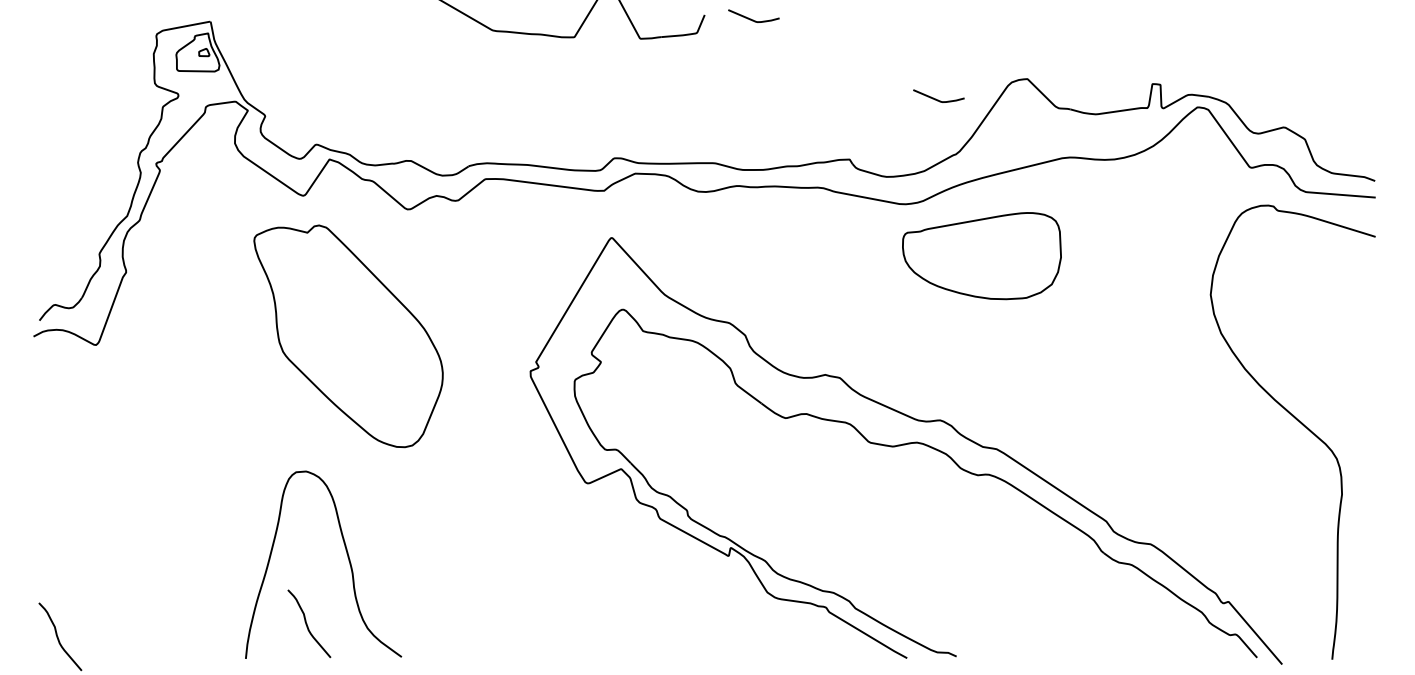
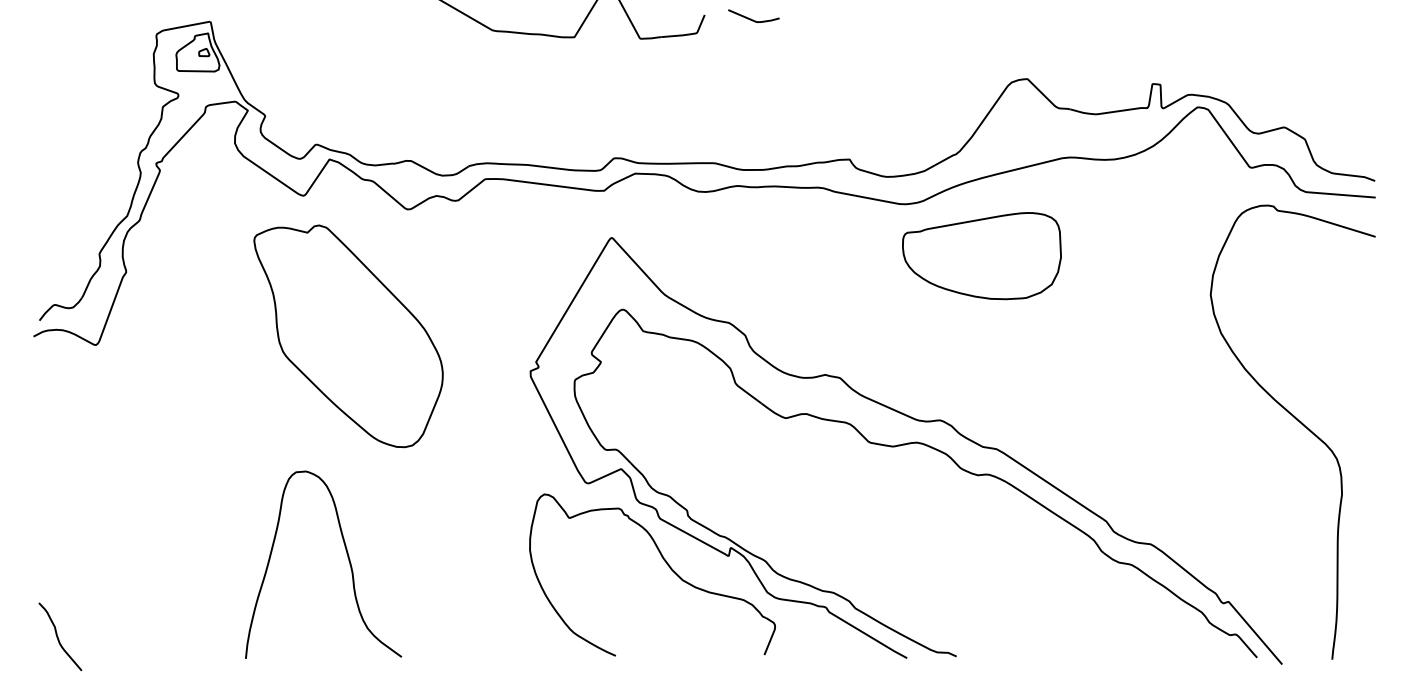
curve at (936, 98): present -> none
part at (666, 564): none -> present
curve at (307, 623): present -> none
